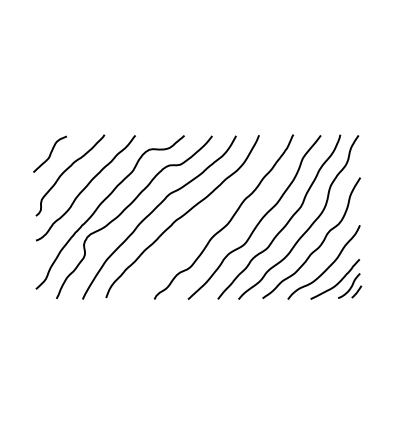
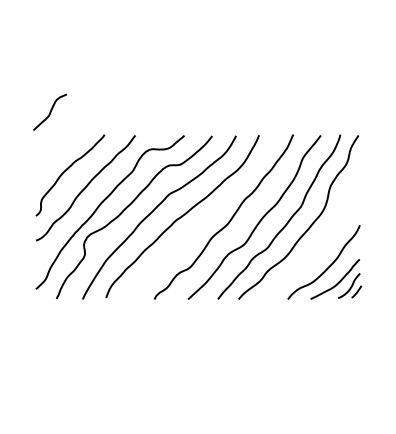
curve at (49, 153) position: (49, 153) -> (49, 111)
curve at (320, 243): present -> none
